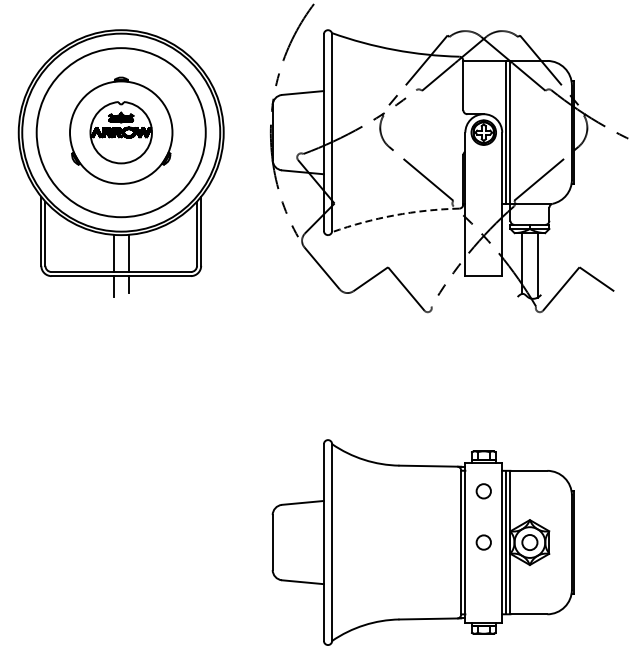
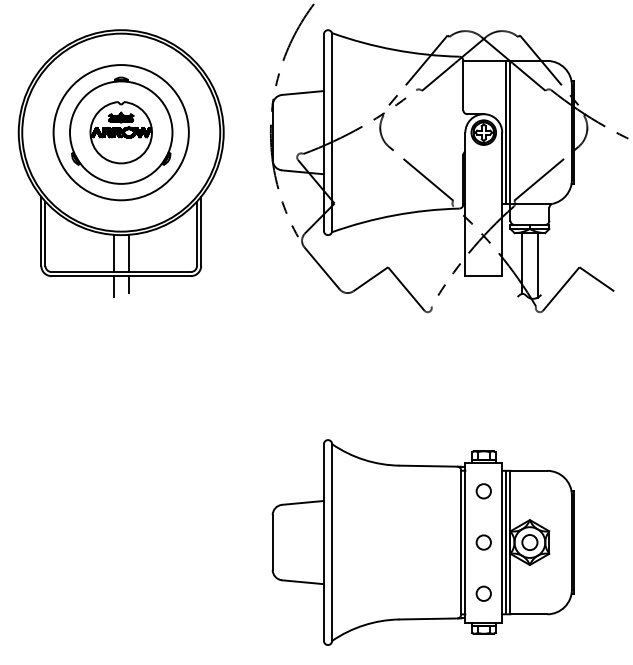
circle at (120, 132) diameter: 169 px -> 135 px
arc at (394, 215): dashed -> solid
circle at (483, 593): none -> present
